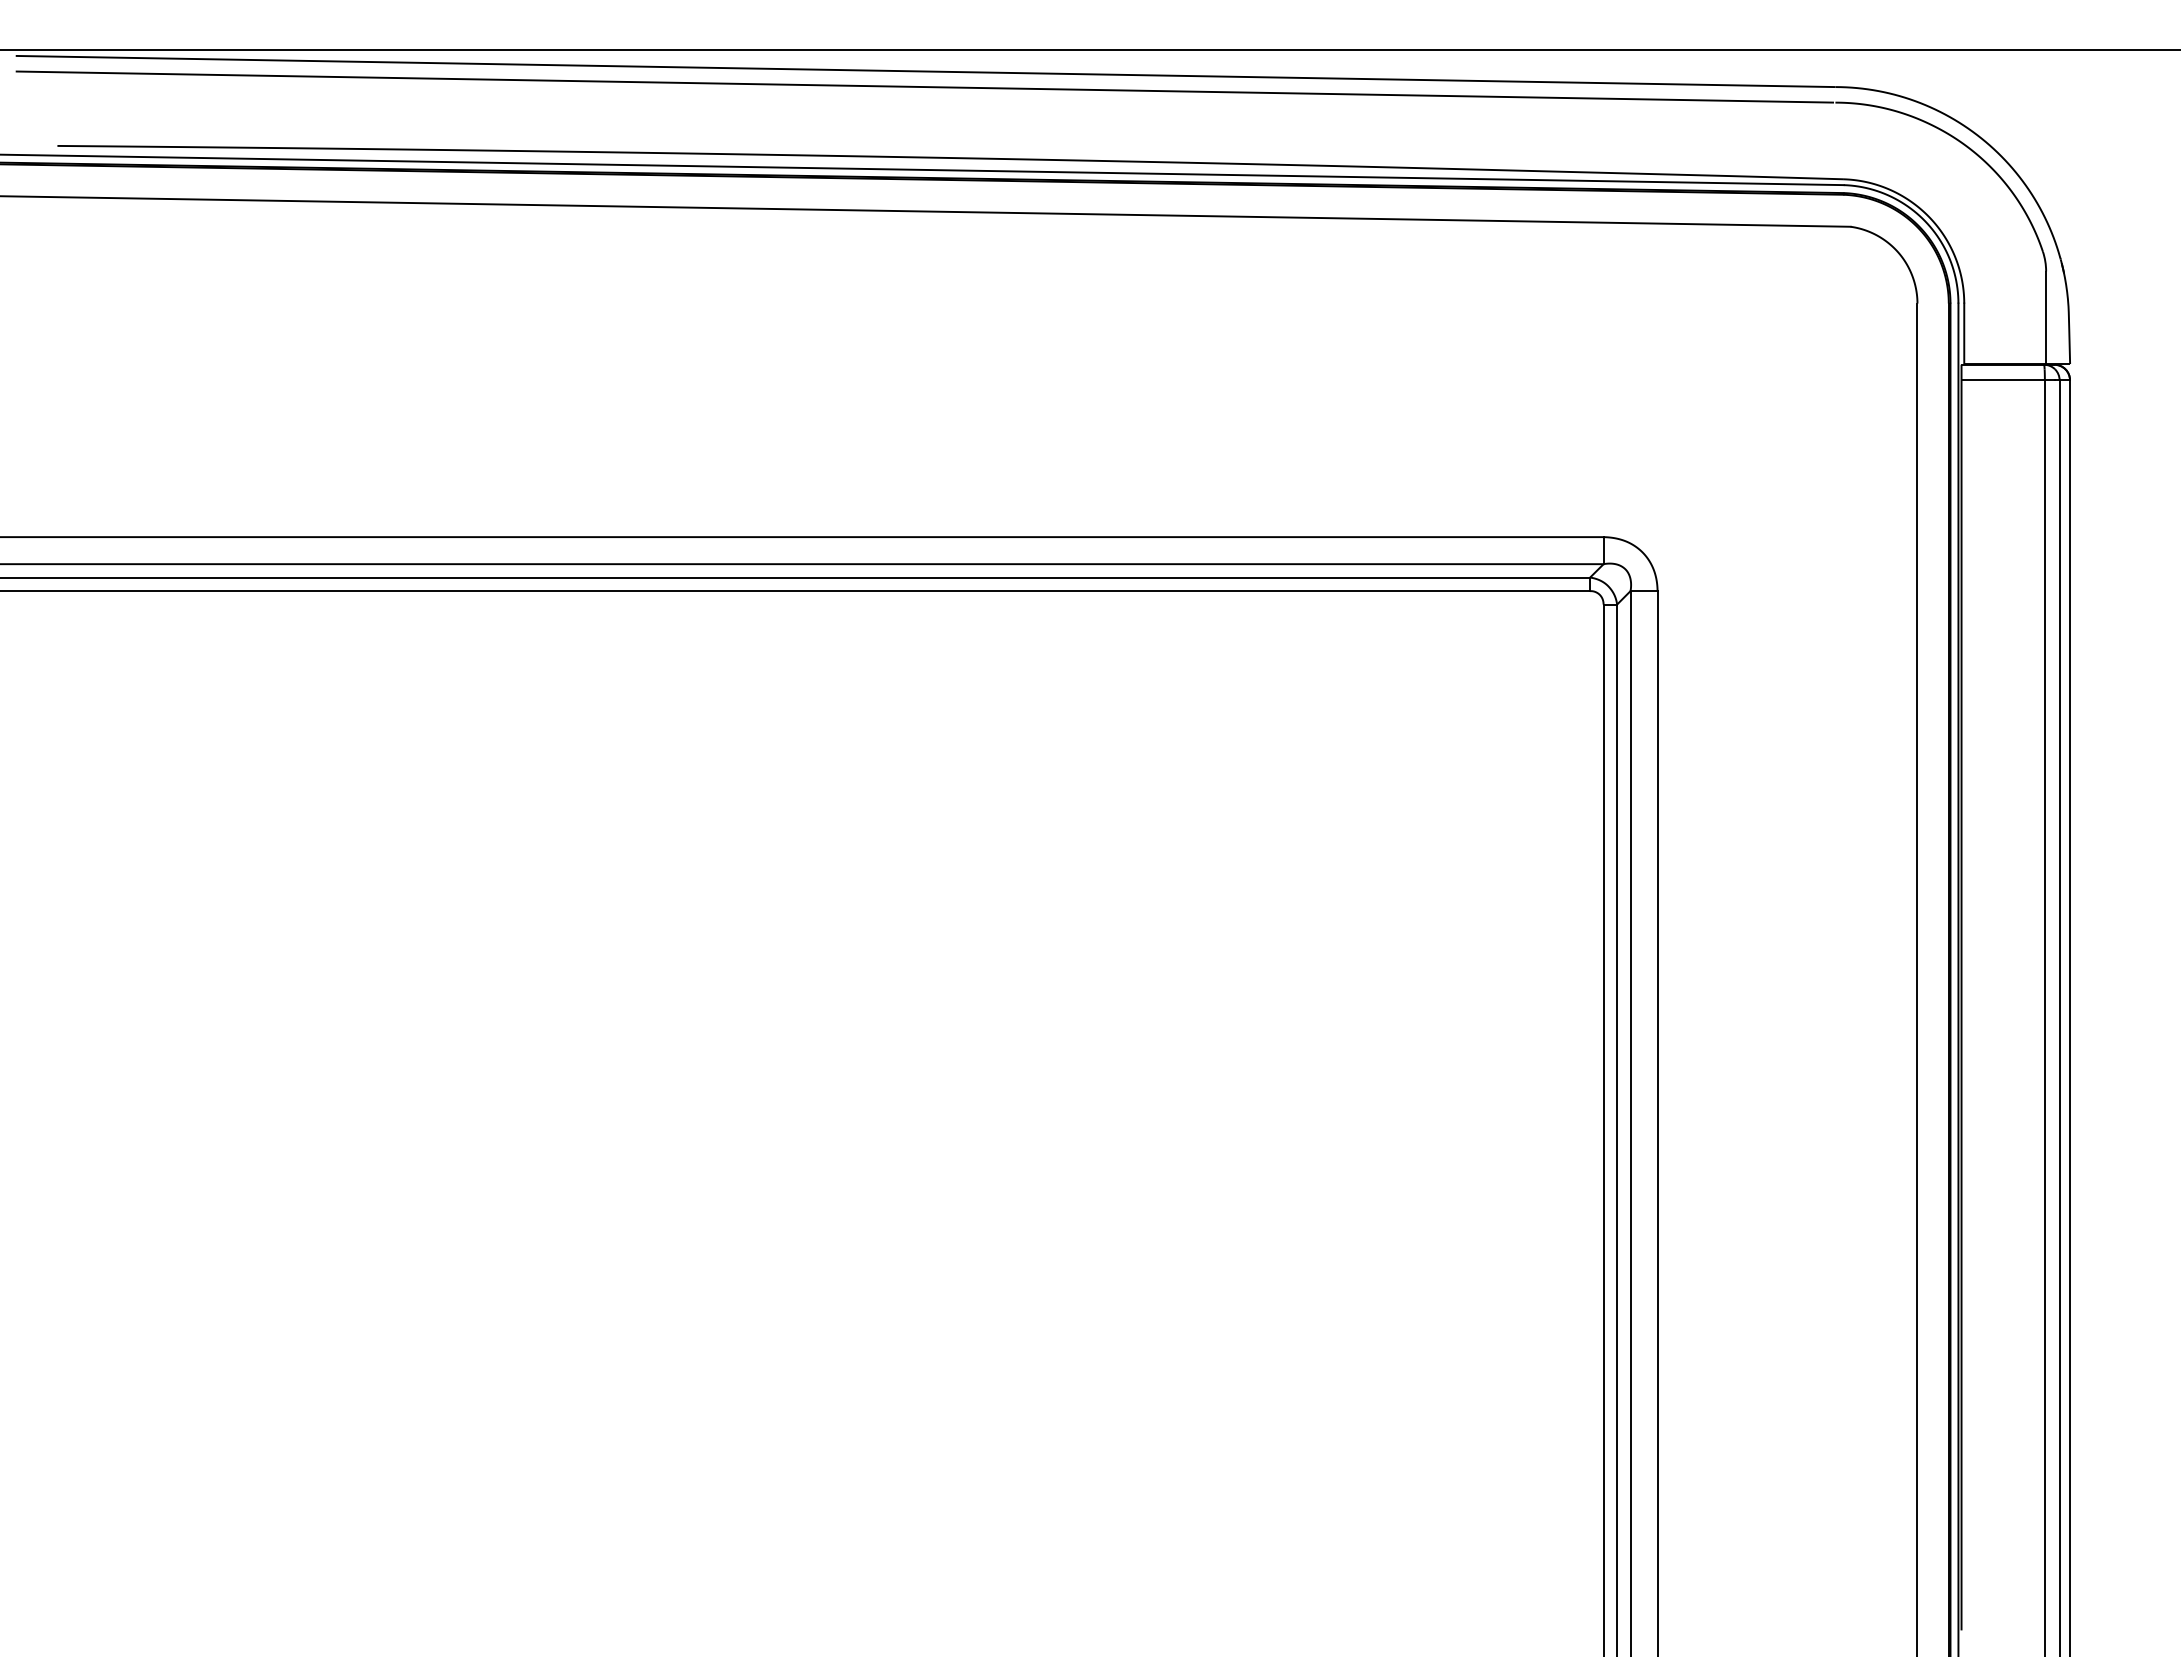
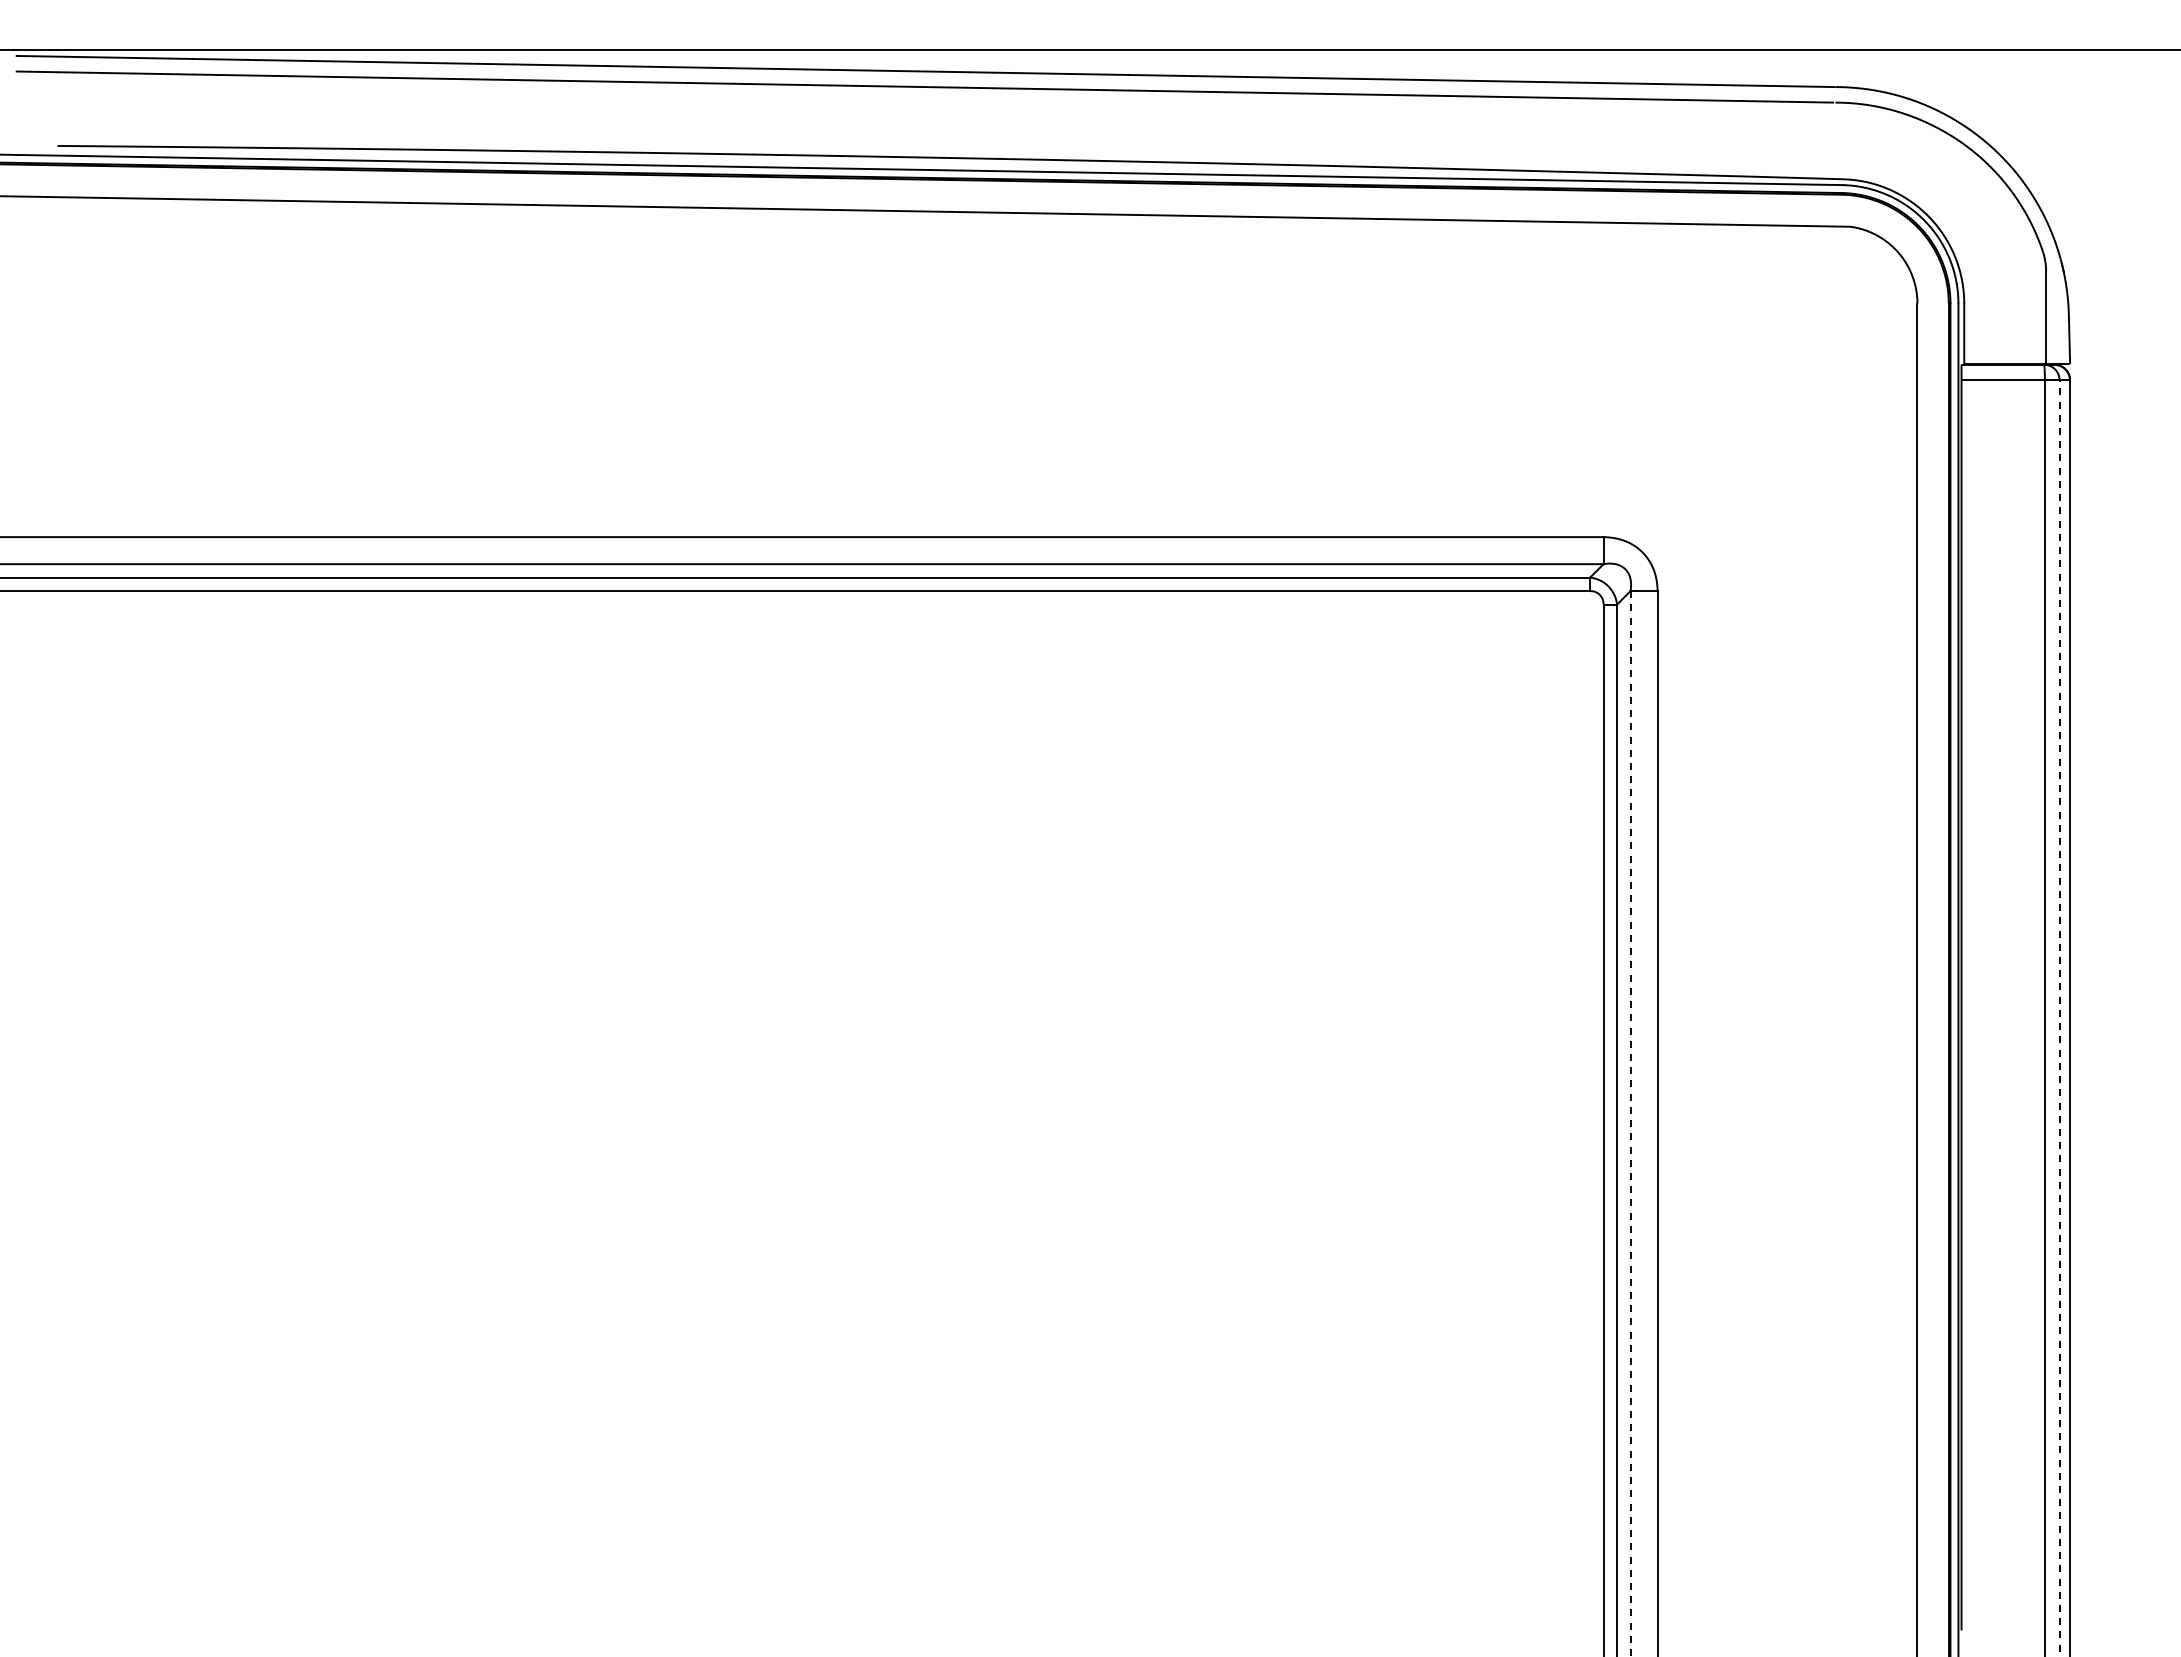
line at (2059, 1018): solid -> dashed
line at (1630, 1123): solid -> dashed
